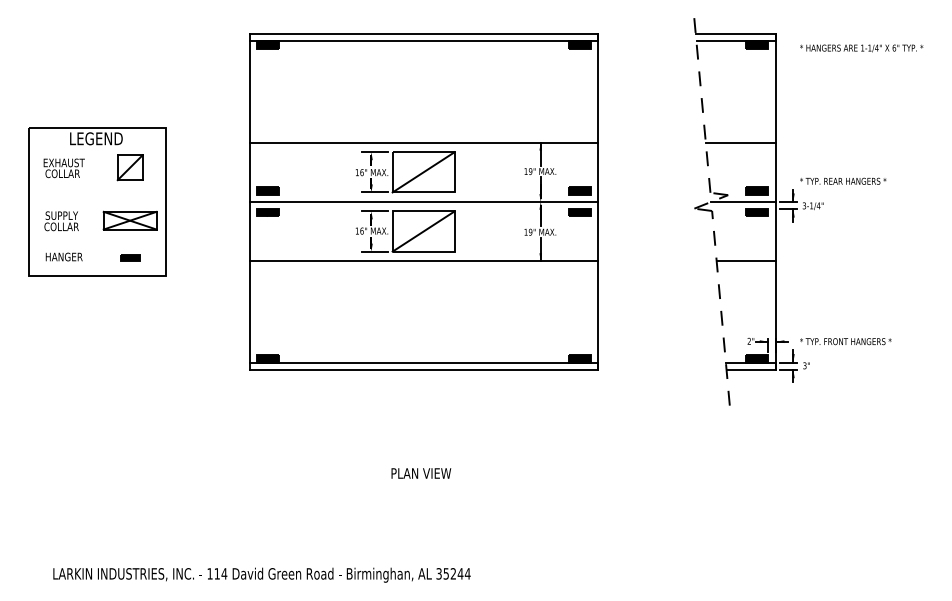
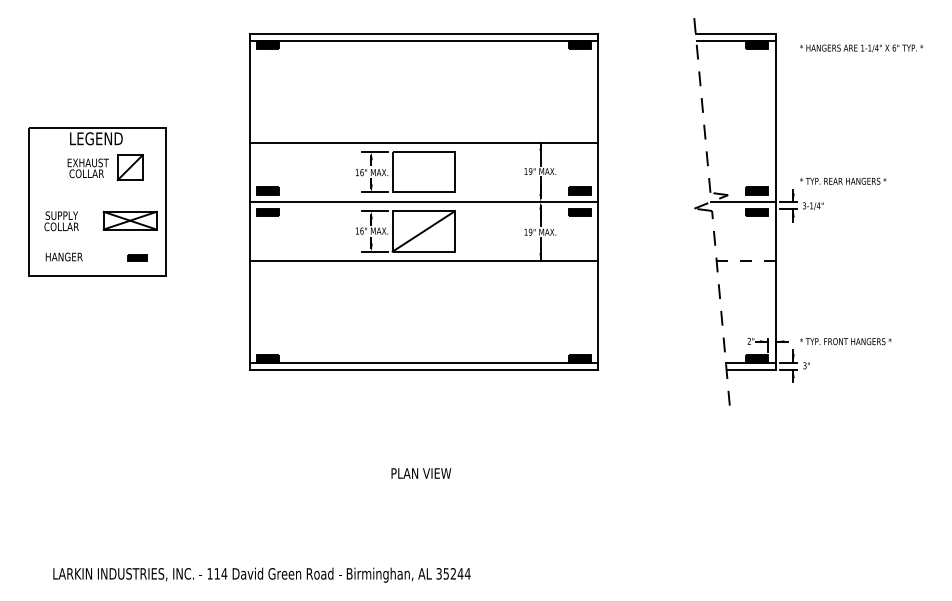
line at (740, 142): present -> none
text at (63, 168) position: (63, 168) -> (87, 168)
line at (423, 172): present -> none
part at (130, 257) position: (130, 257) -> (137, 257)
line at (746, 261): solid -> dashed
